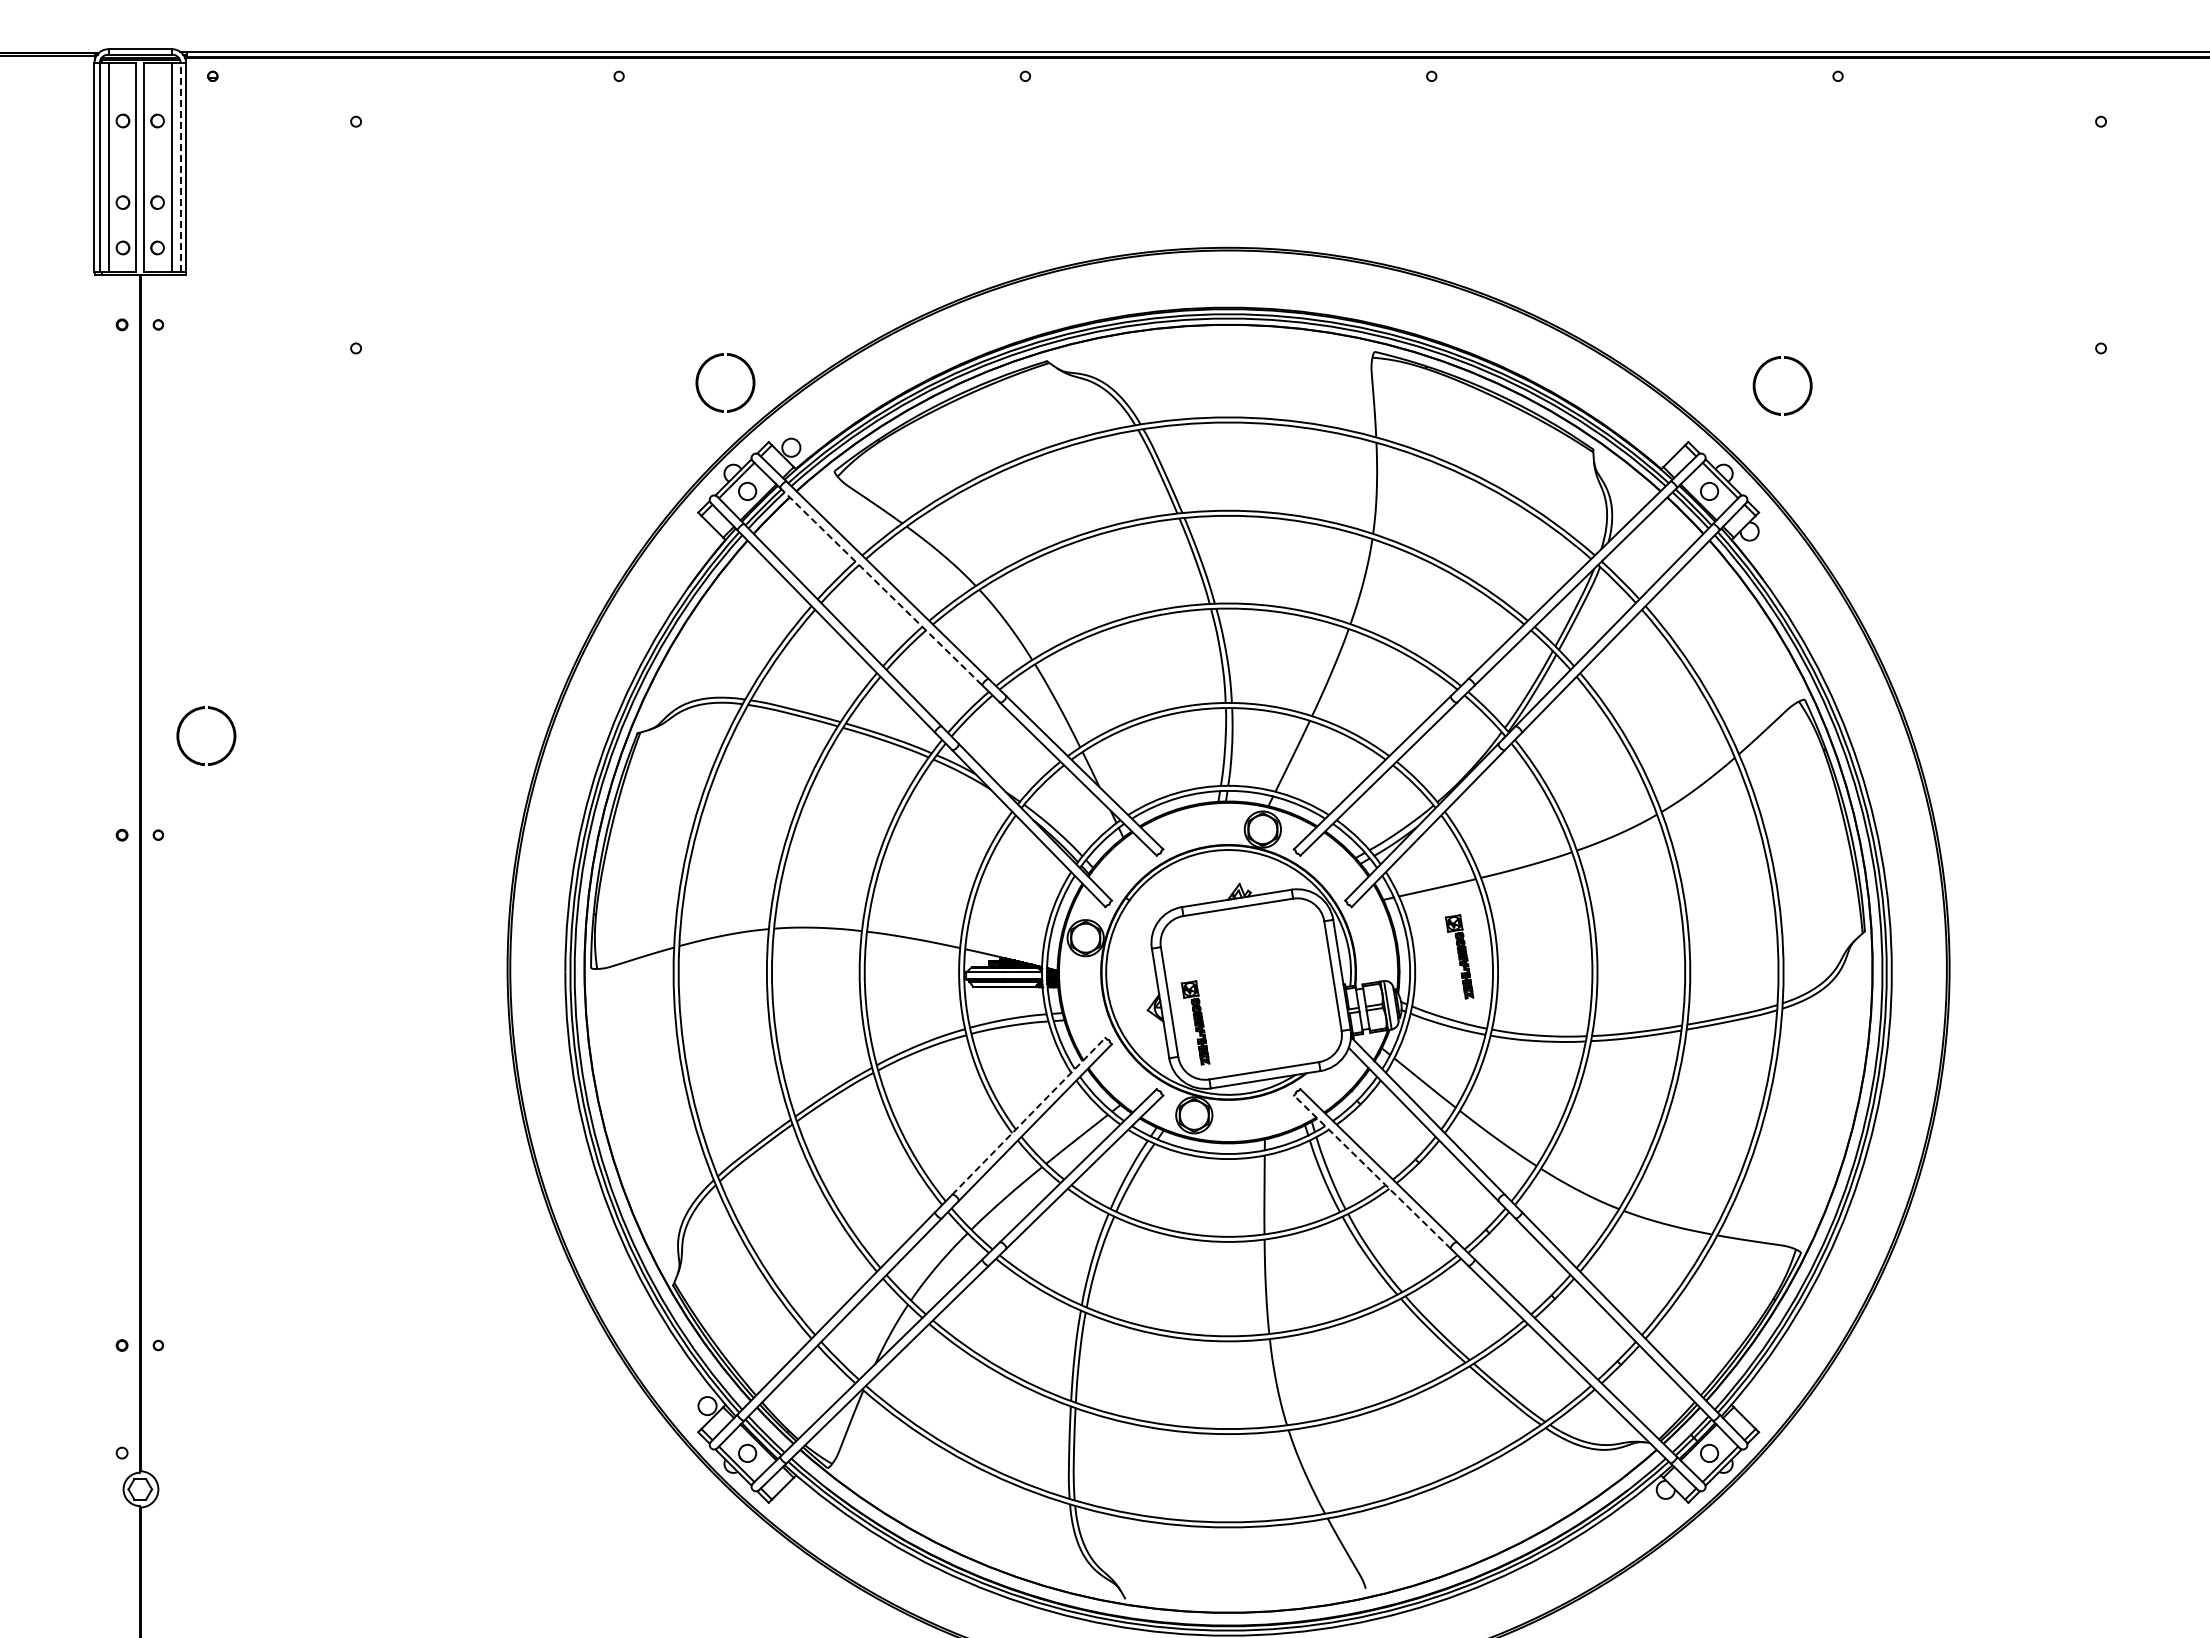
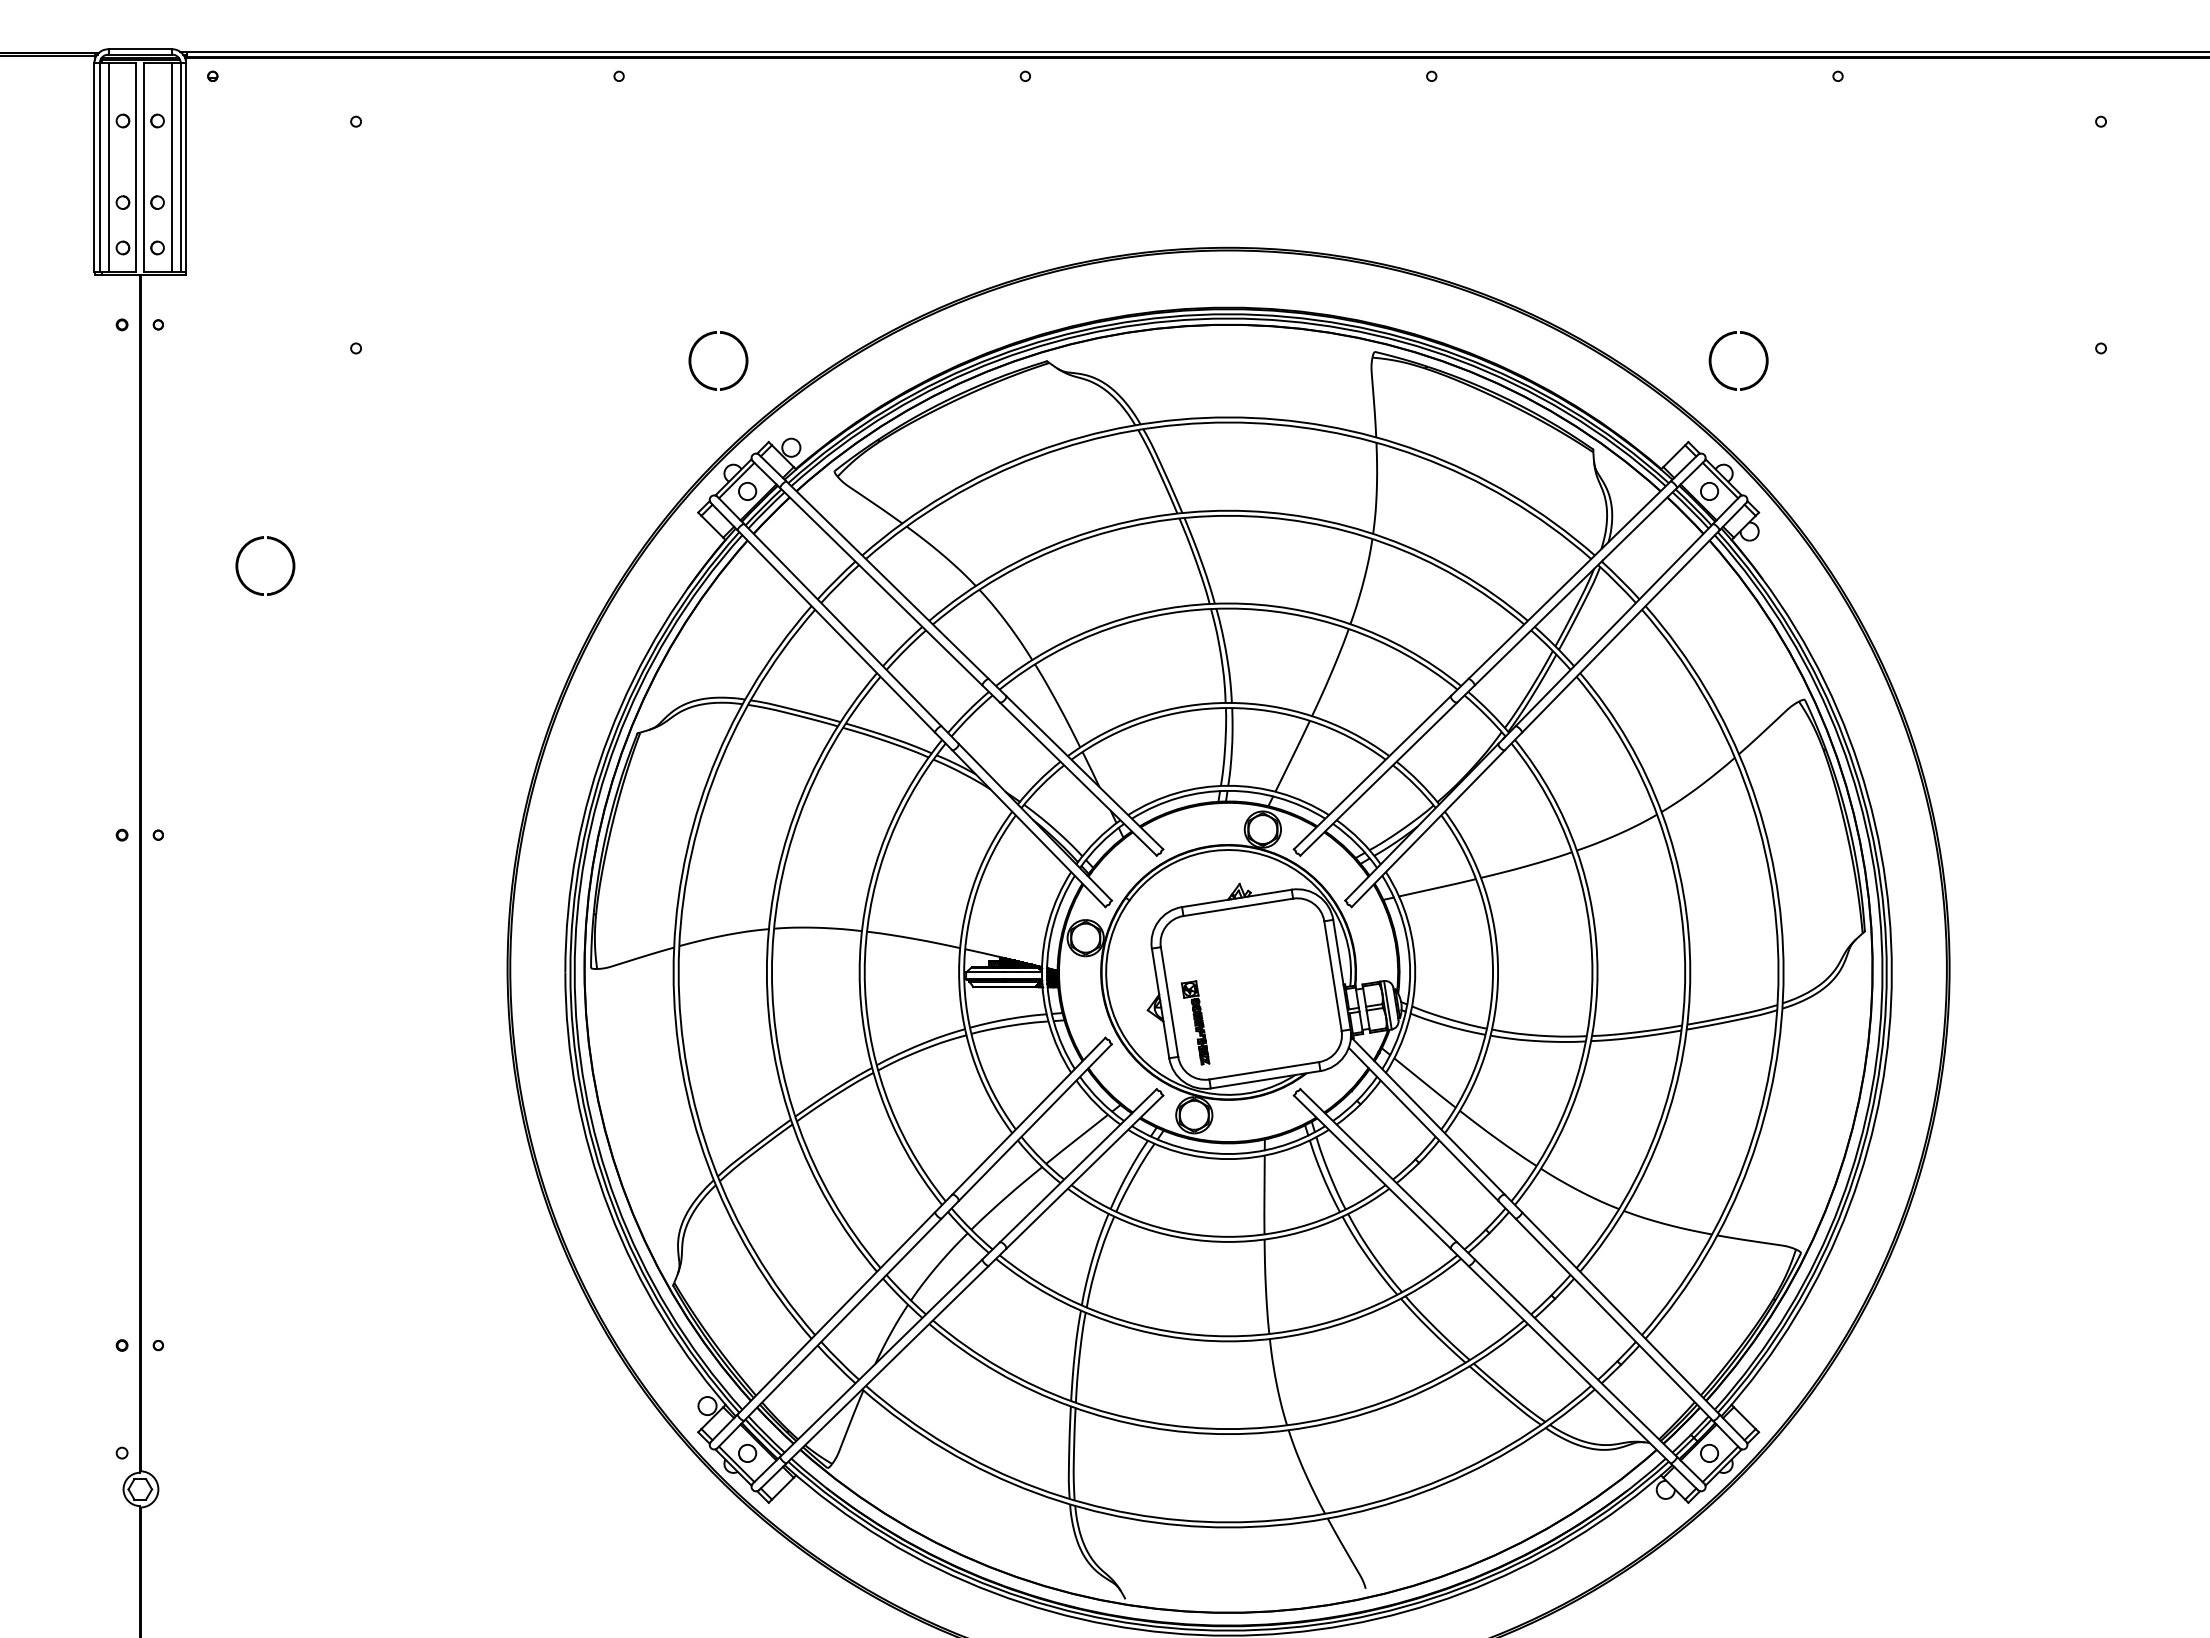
line at (180, 167): dashed -> solid
part at (714, 358) position: (714, 358) -> (707, 336)
part at (1771, 361) position: (1771, 361) -> (1727, 336)
line at (881, 586): dashed -> solid
part at (203, 709) position: (203, 709) -> (262, 539)
part at (1459, 956): present -> none
line at (1028, 1116): dashed -> solid
line at (1372, 1172): dashed -> solid
